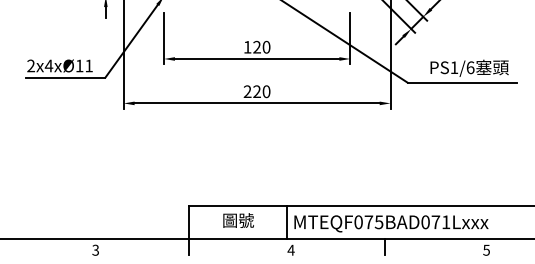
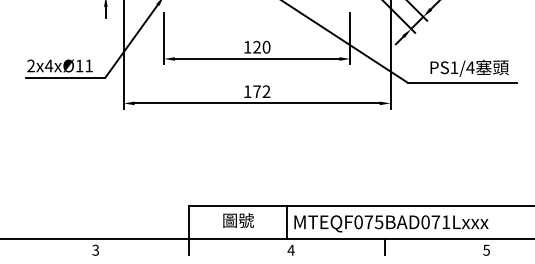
text at (470, 67): PS1/6 -> PS1/4
text at (256, 91): 220 -> 172
